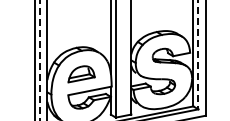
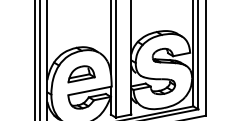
line at (198, 55): dashed -> solid
line at (40, 60): dashed -> solid
